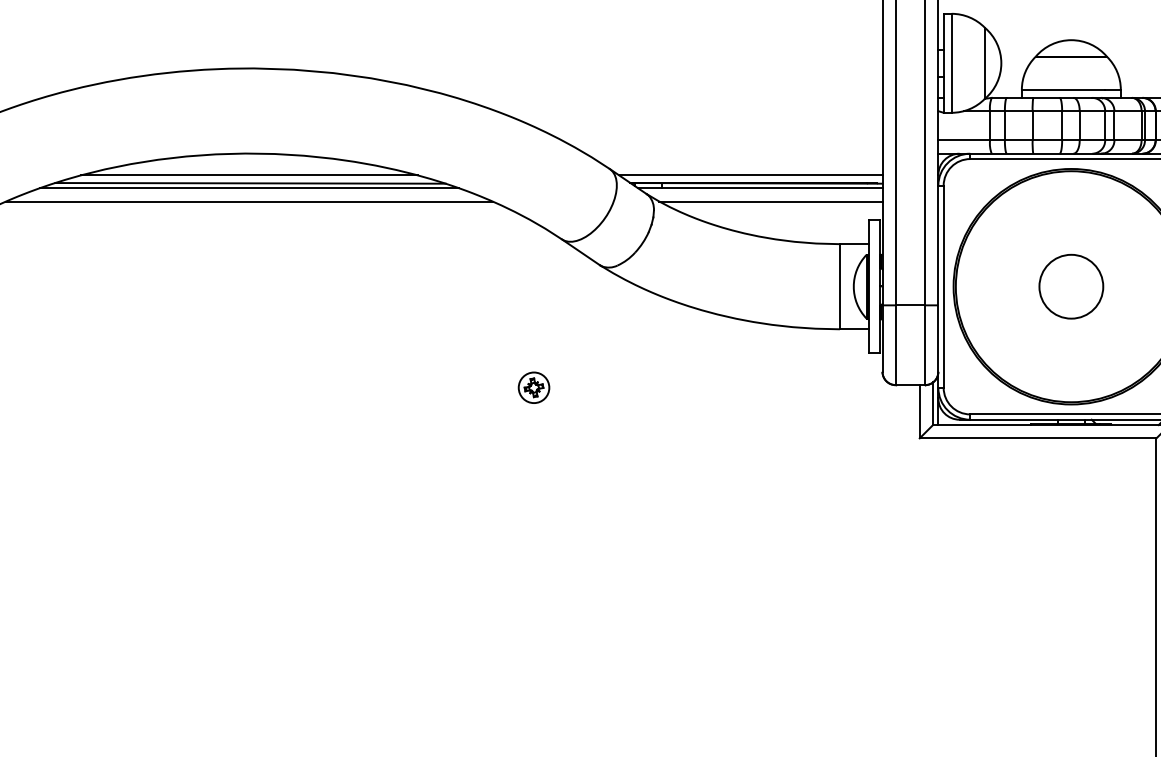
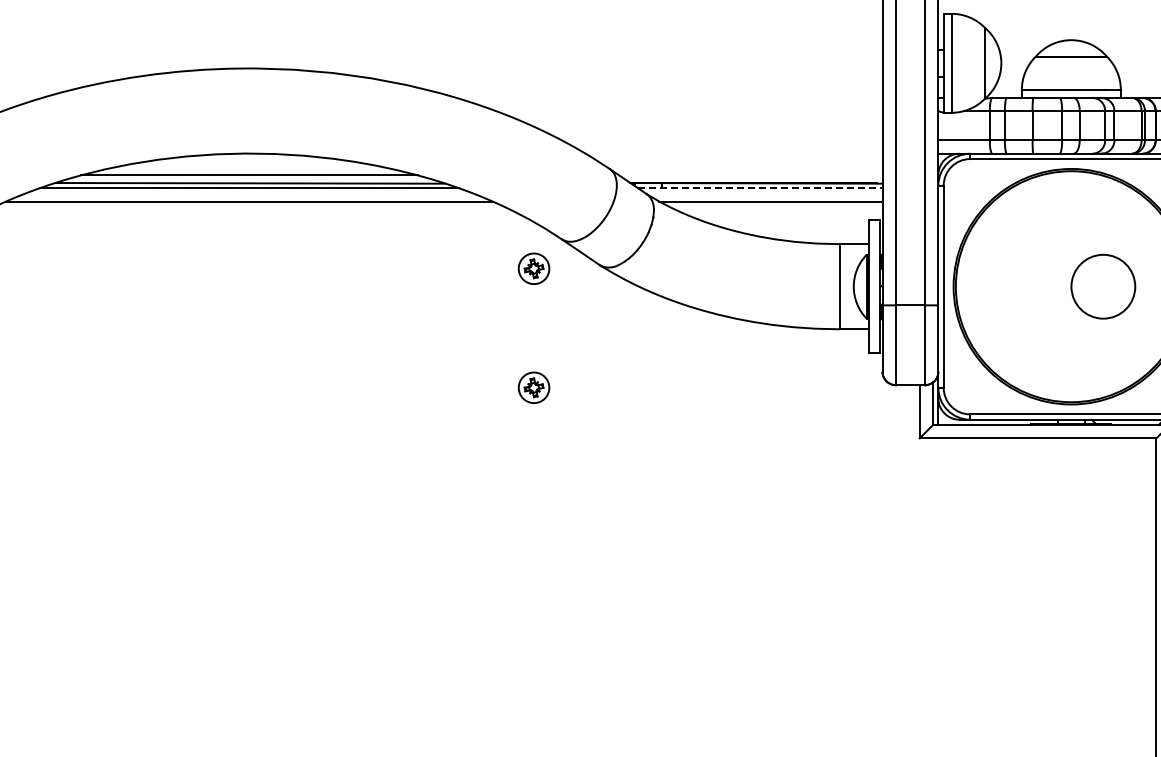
line at (750, 175): present -> none
line at (760, 188): solid -> dashed
part at (533, 268): none -> present
circle at (1071, 286) position: (1071, 286) -> (1103, 286)
